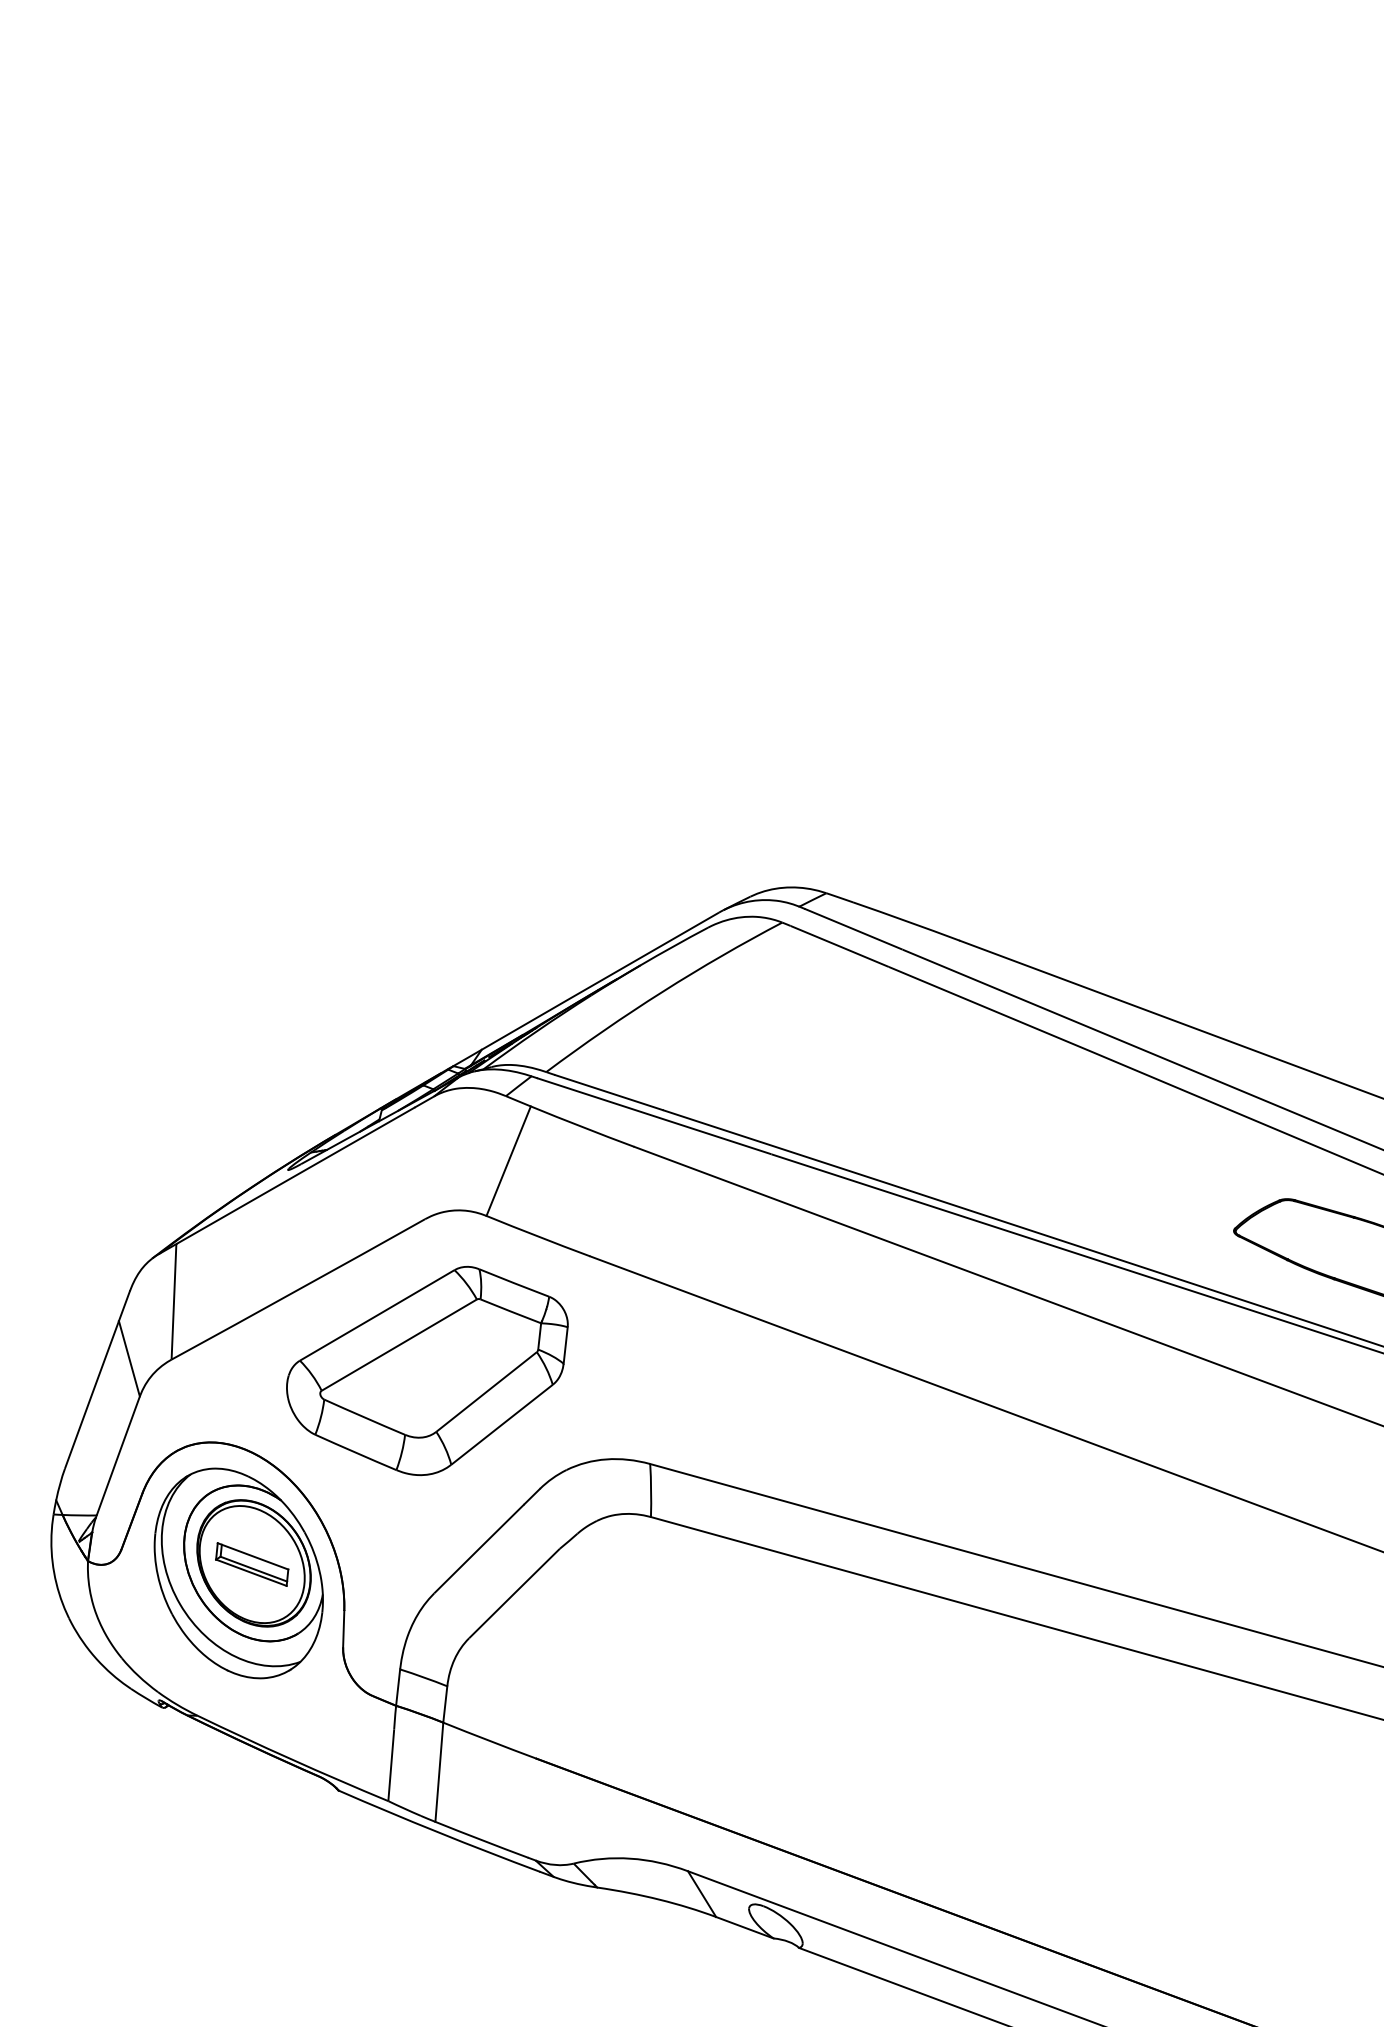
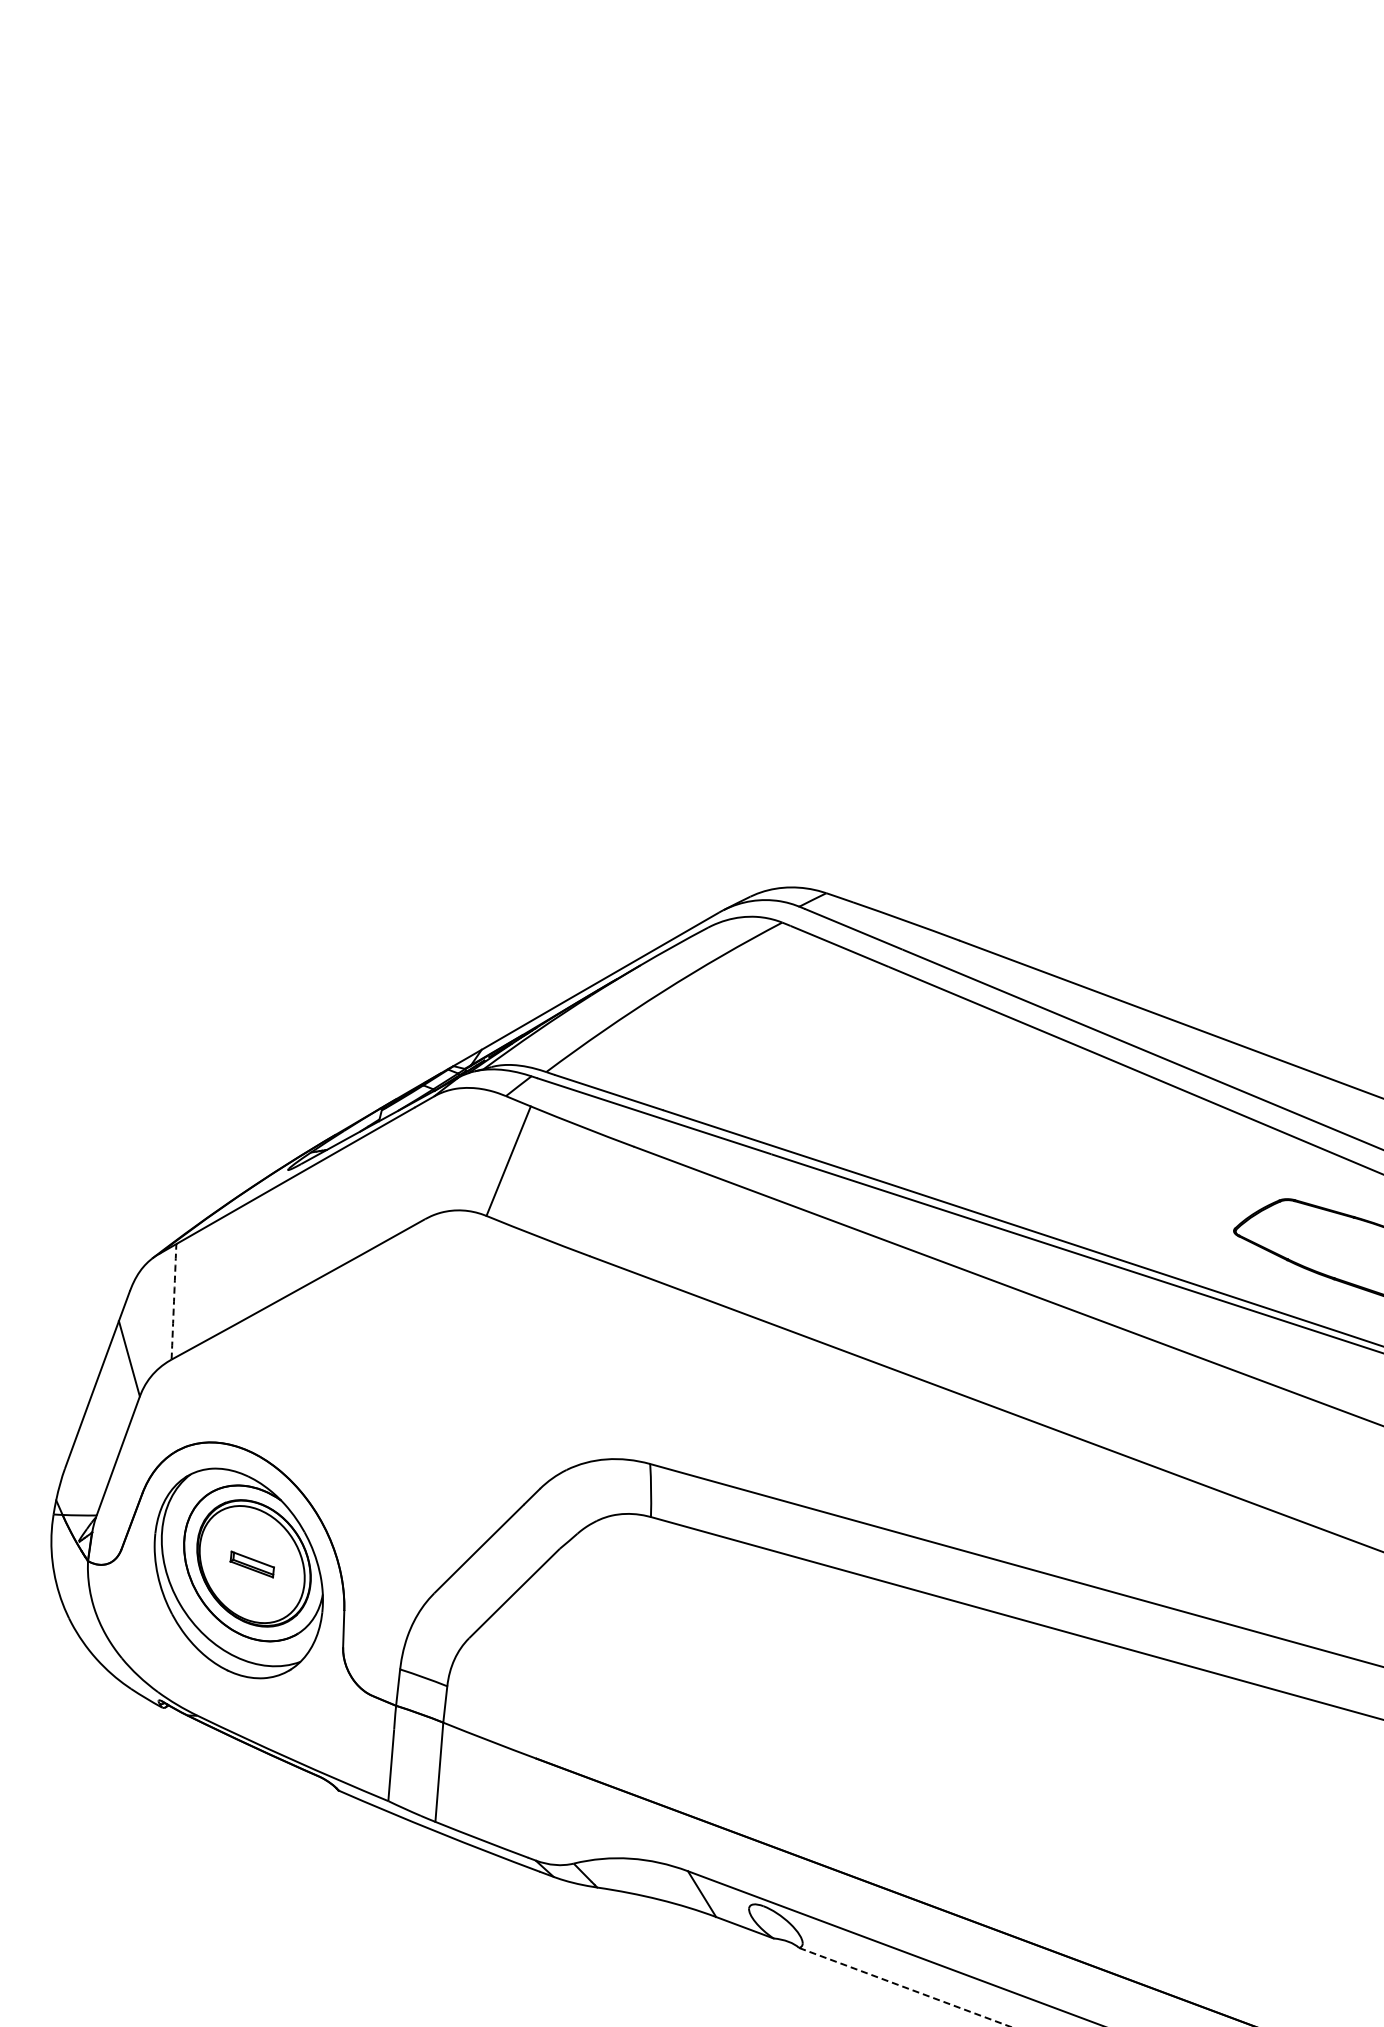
arc at (174, 1301): solid -> dashed
part at (427, 1370): present -> none
part at (252, 1564) size: 75x45 px -> 46x29 px
line at (904, 1987): solid -> dashed
